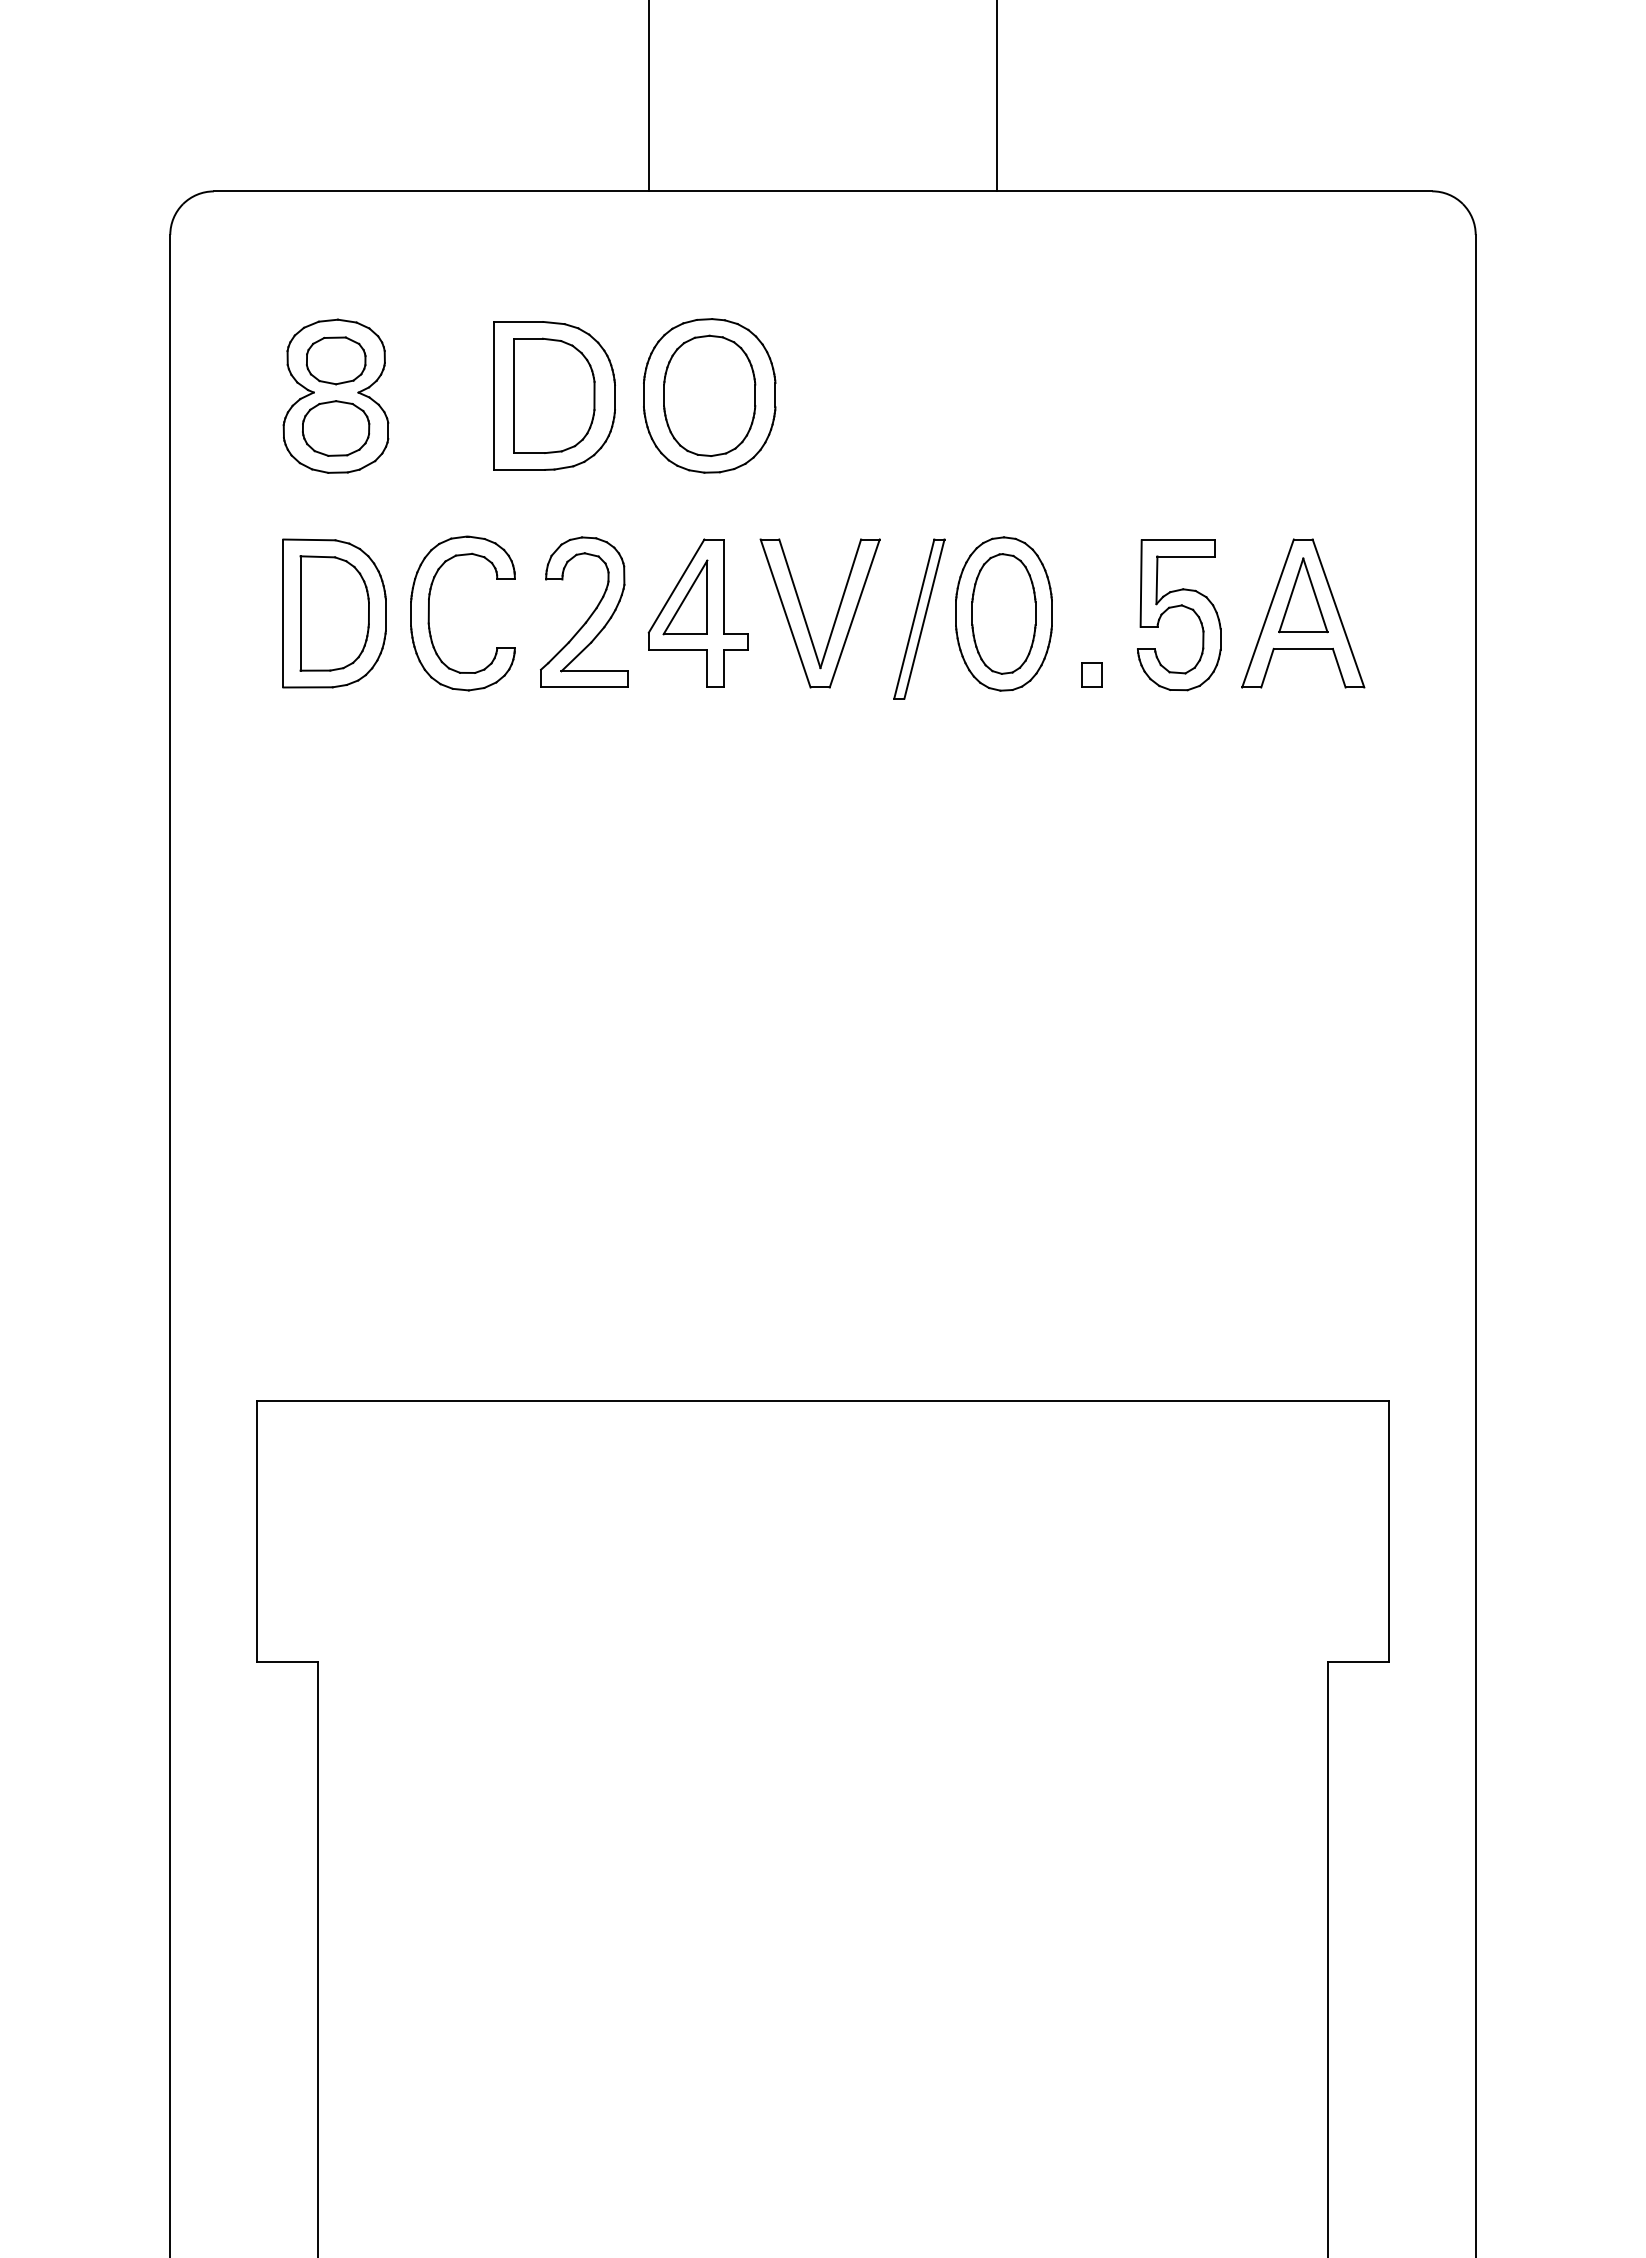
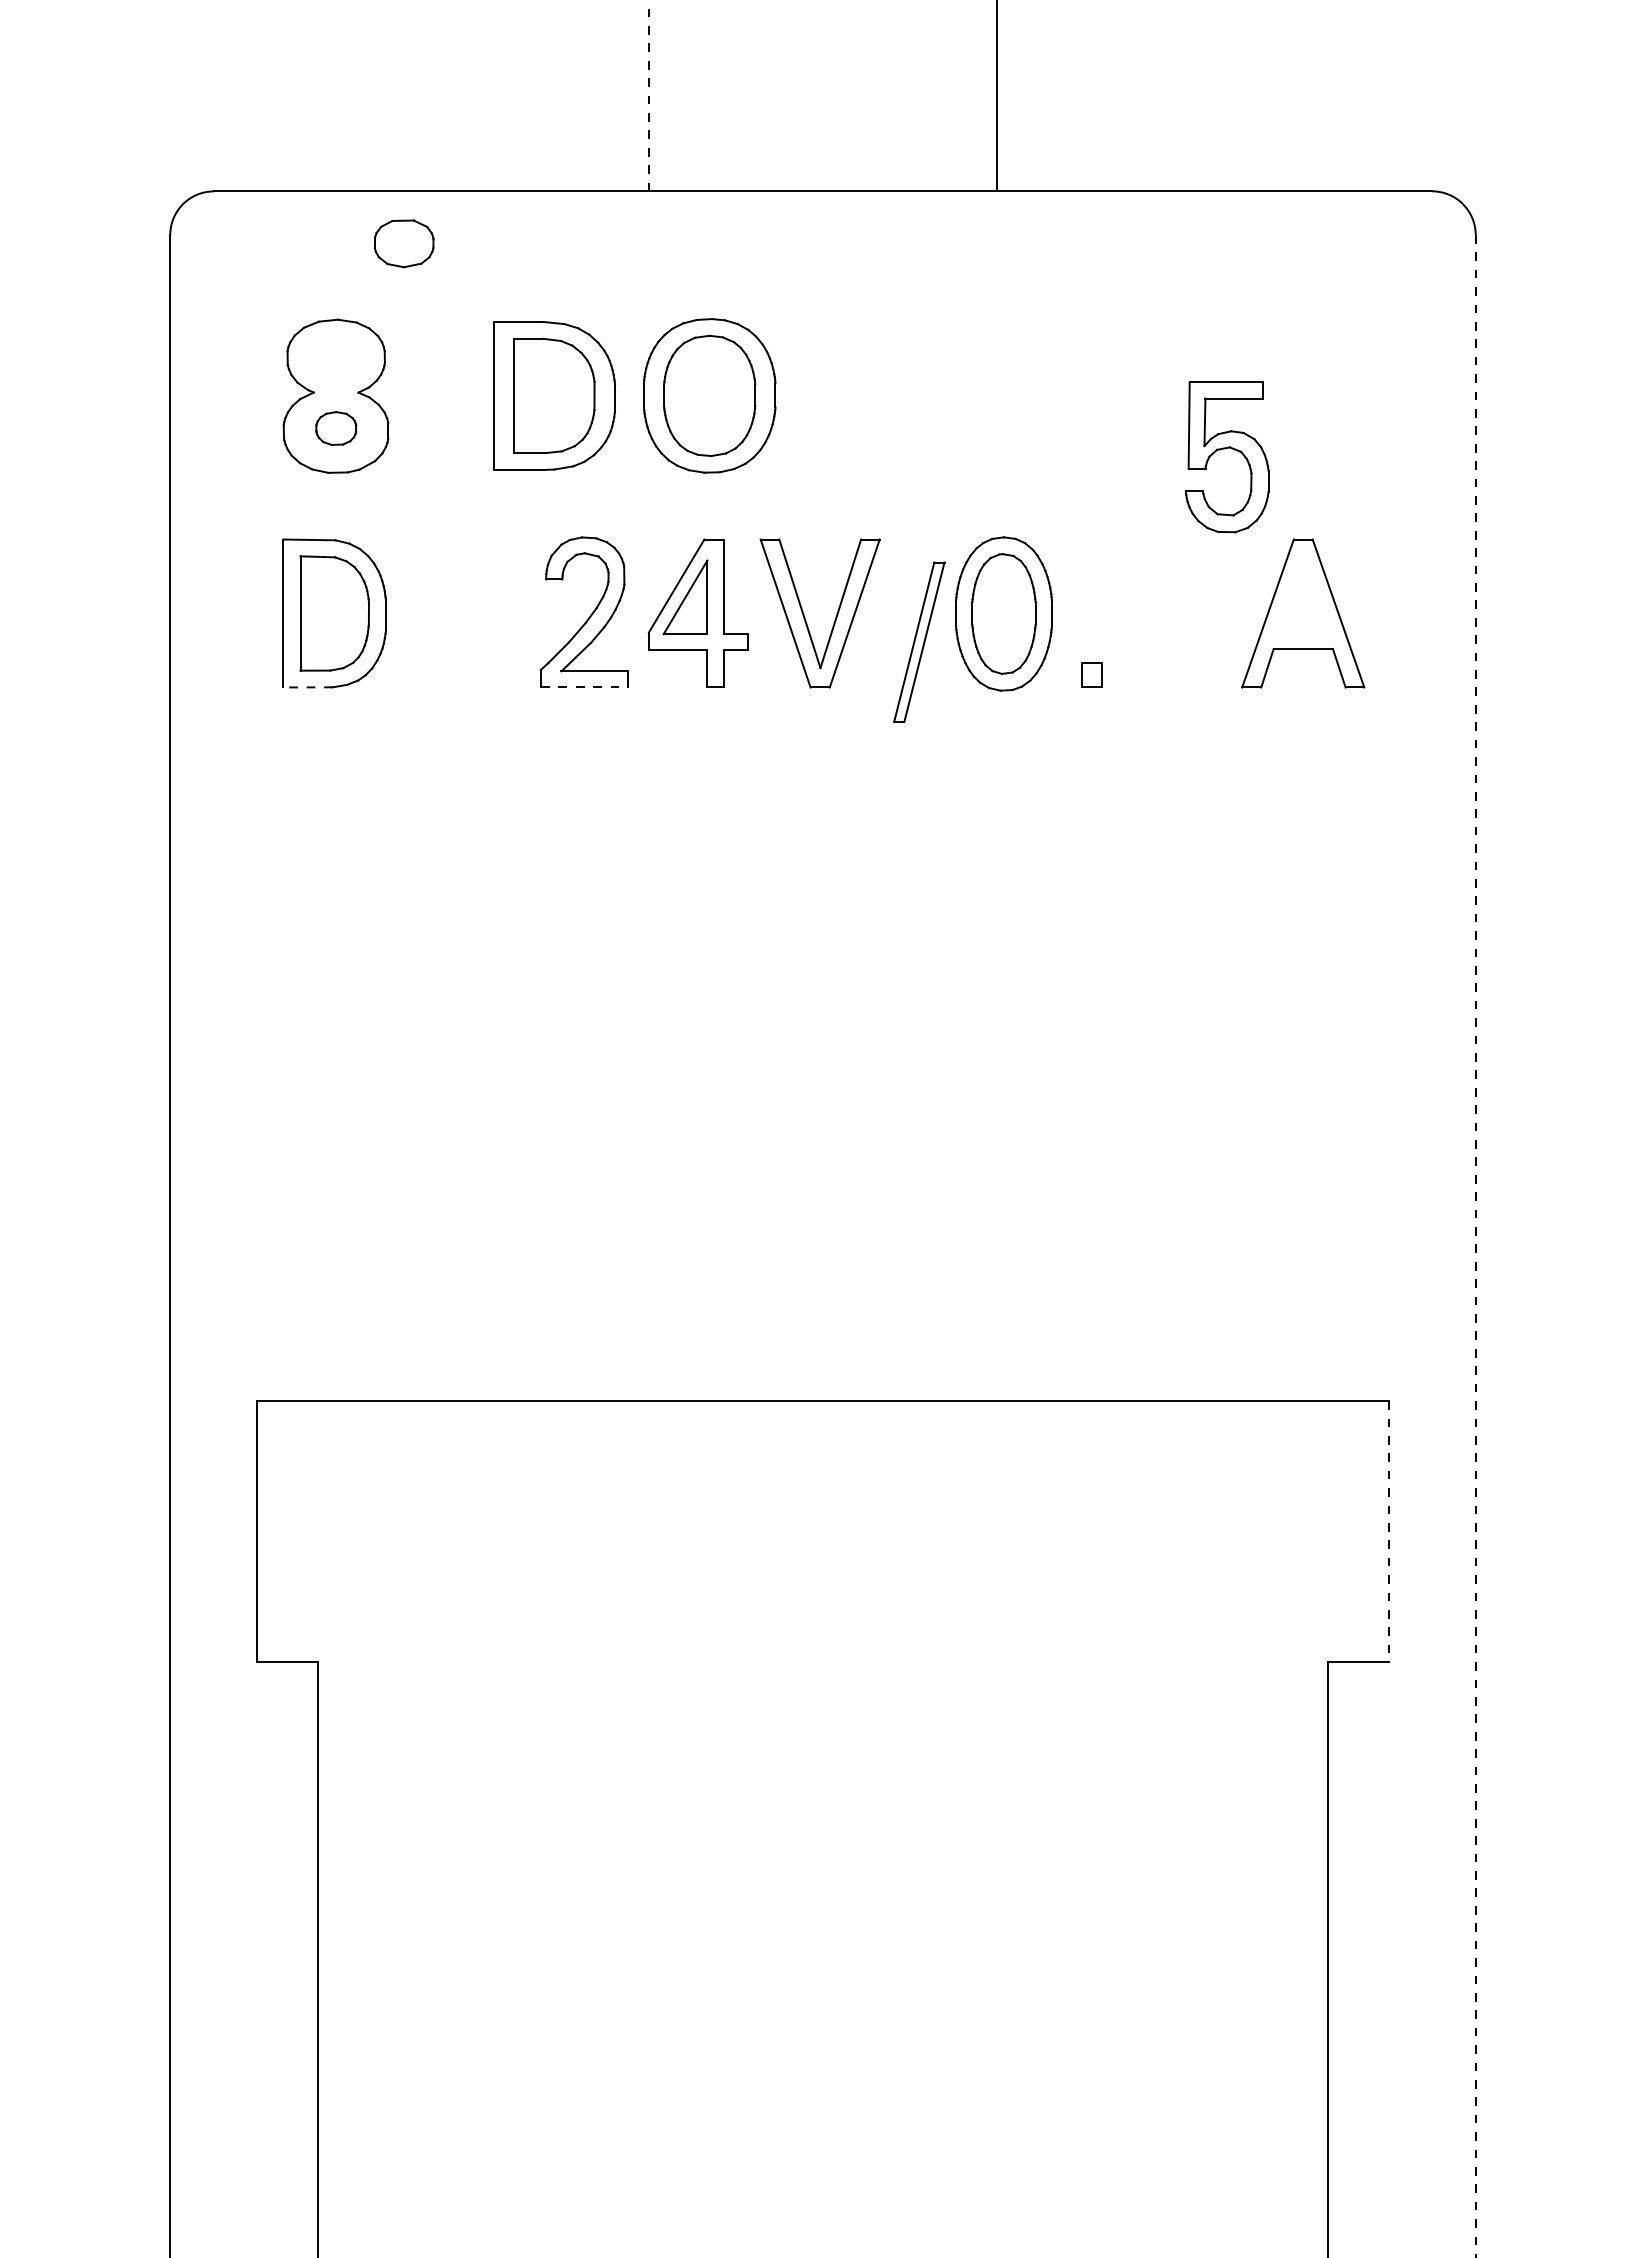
line at (648, 95): solid -> dashed
part at (336, 360) position: (336, 360) -> (404, 243)
part at (336, 428) size: 69x57 px -> 43x35 px
part at (1303, 595): present -> none
part at (1177, 607) position: (1177, 607) -> (1225, 449)
part at (429, 613): present -> none
part at (919, 618) position: (919, 618) -> (919, 641)
line at (308, 687): solid -> dashed
line at (584, 687): solid -> dashed
line at (1475, 1246): solid -> dashed
line at (1388, 1531): solid -> dashed
